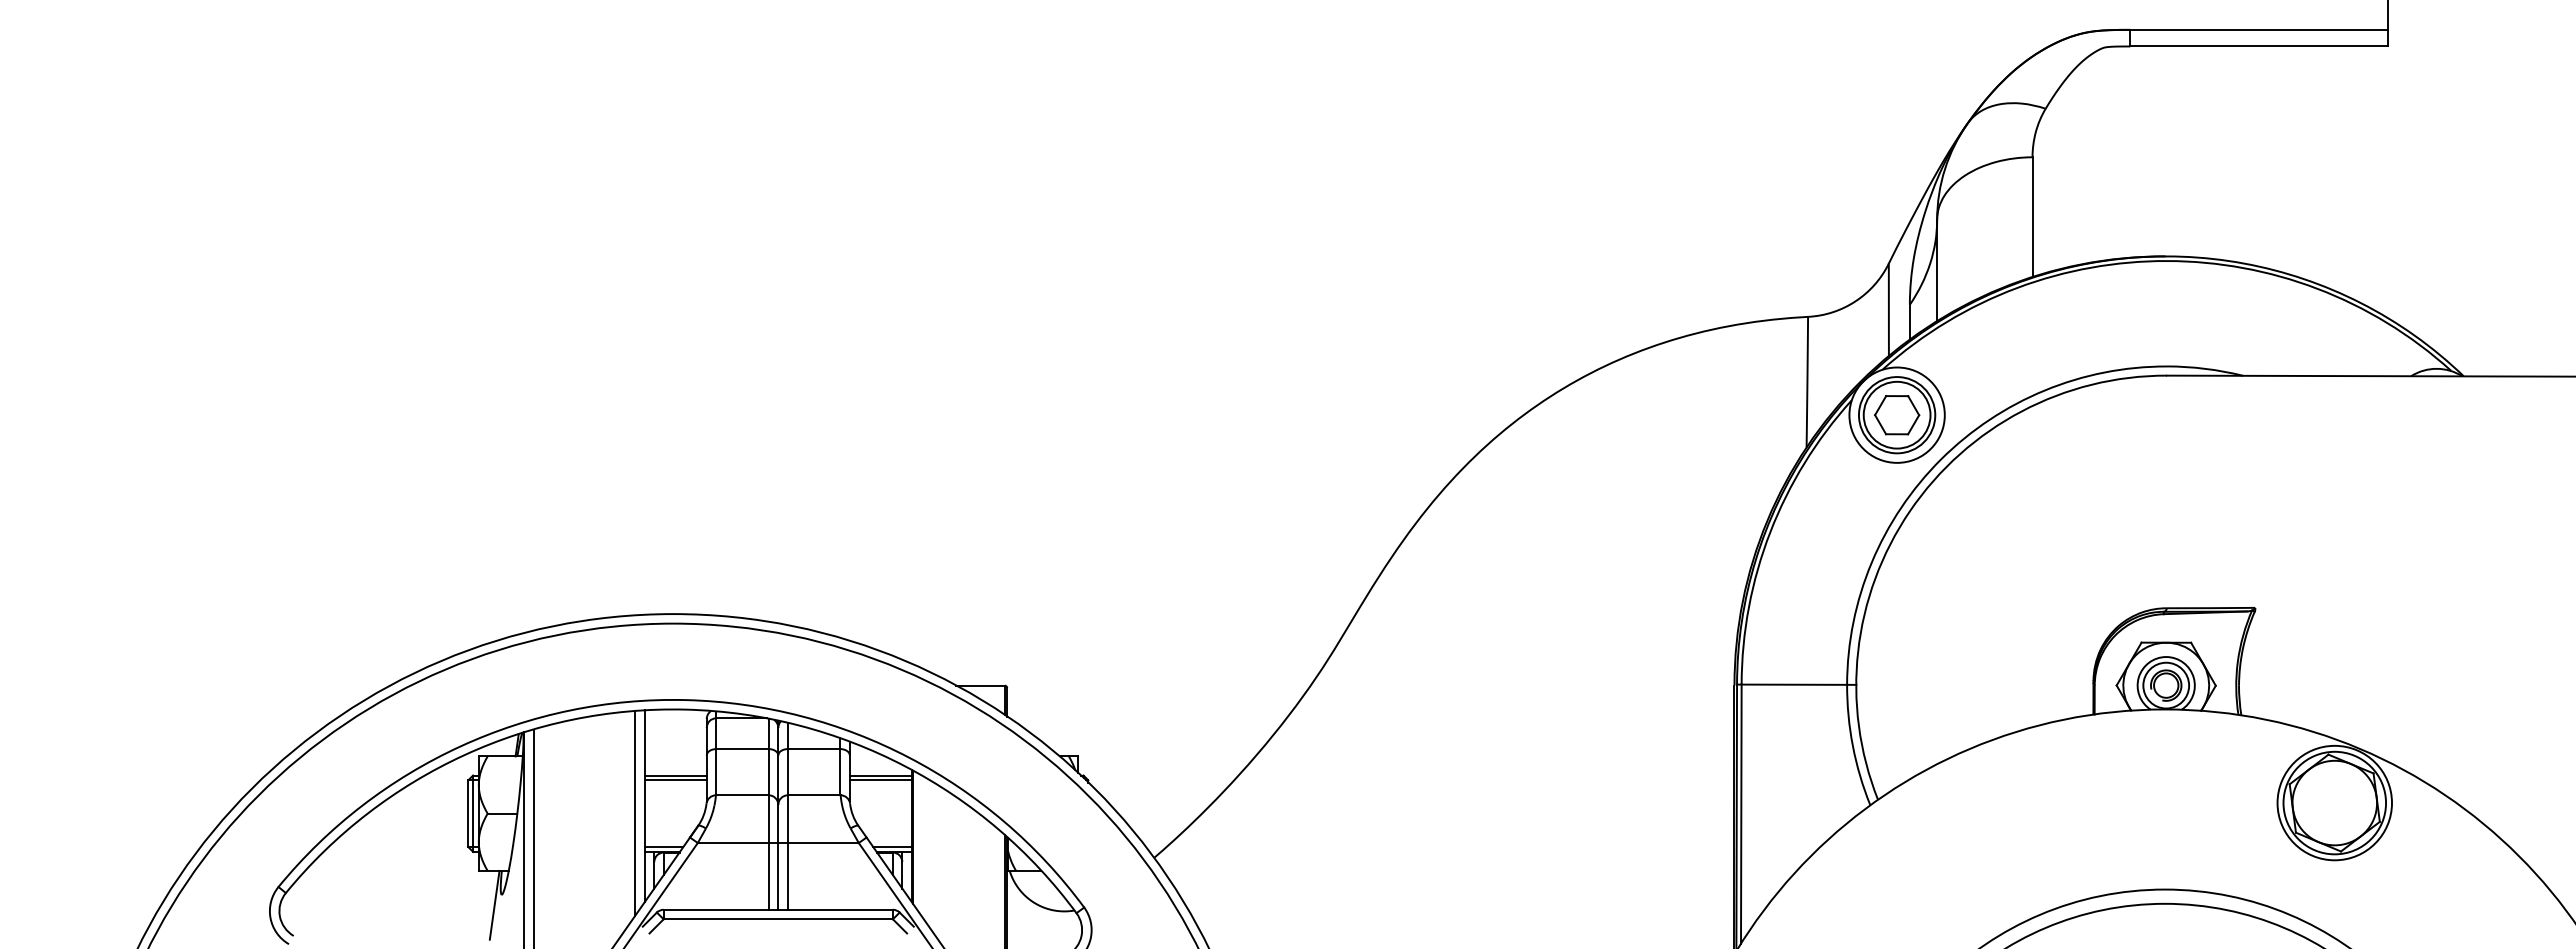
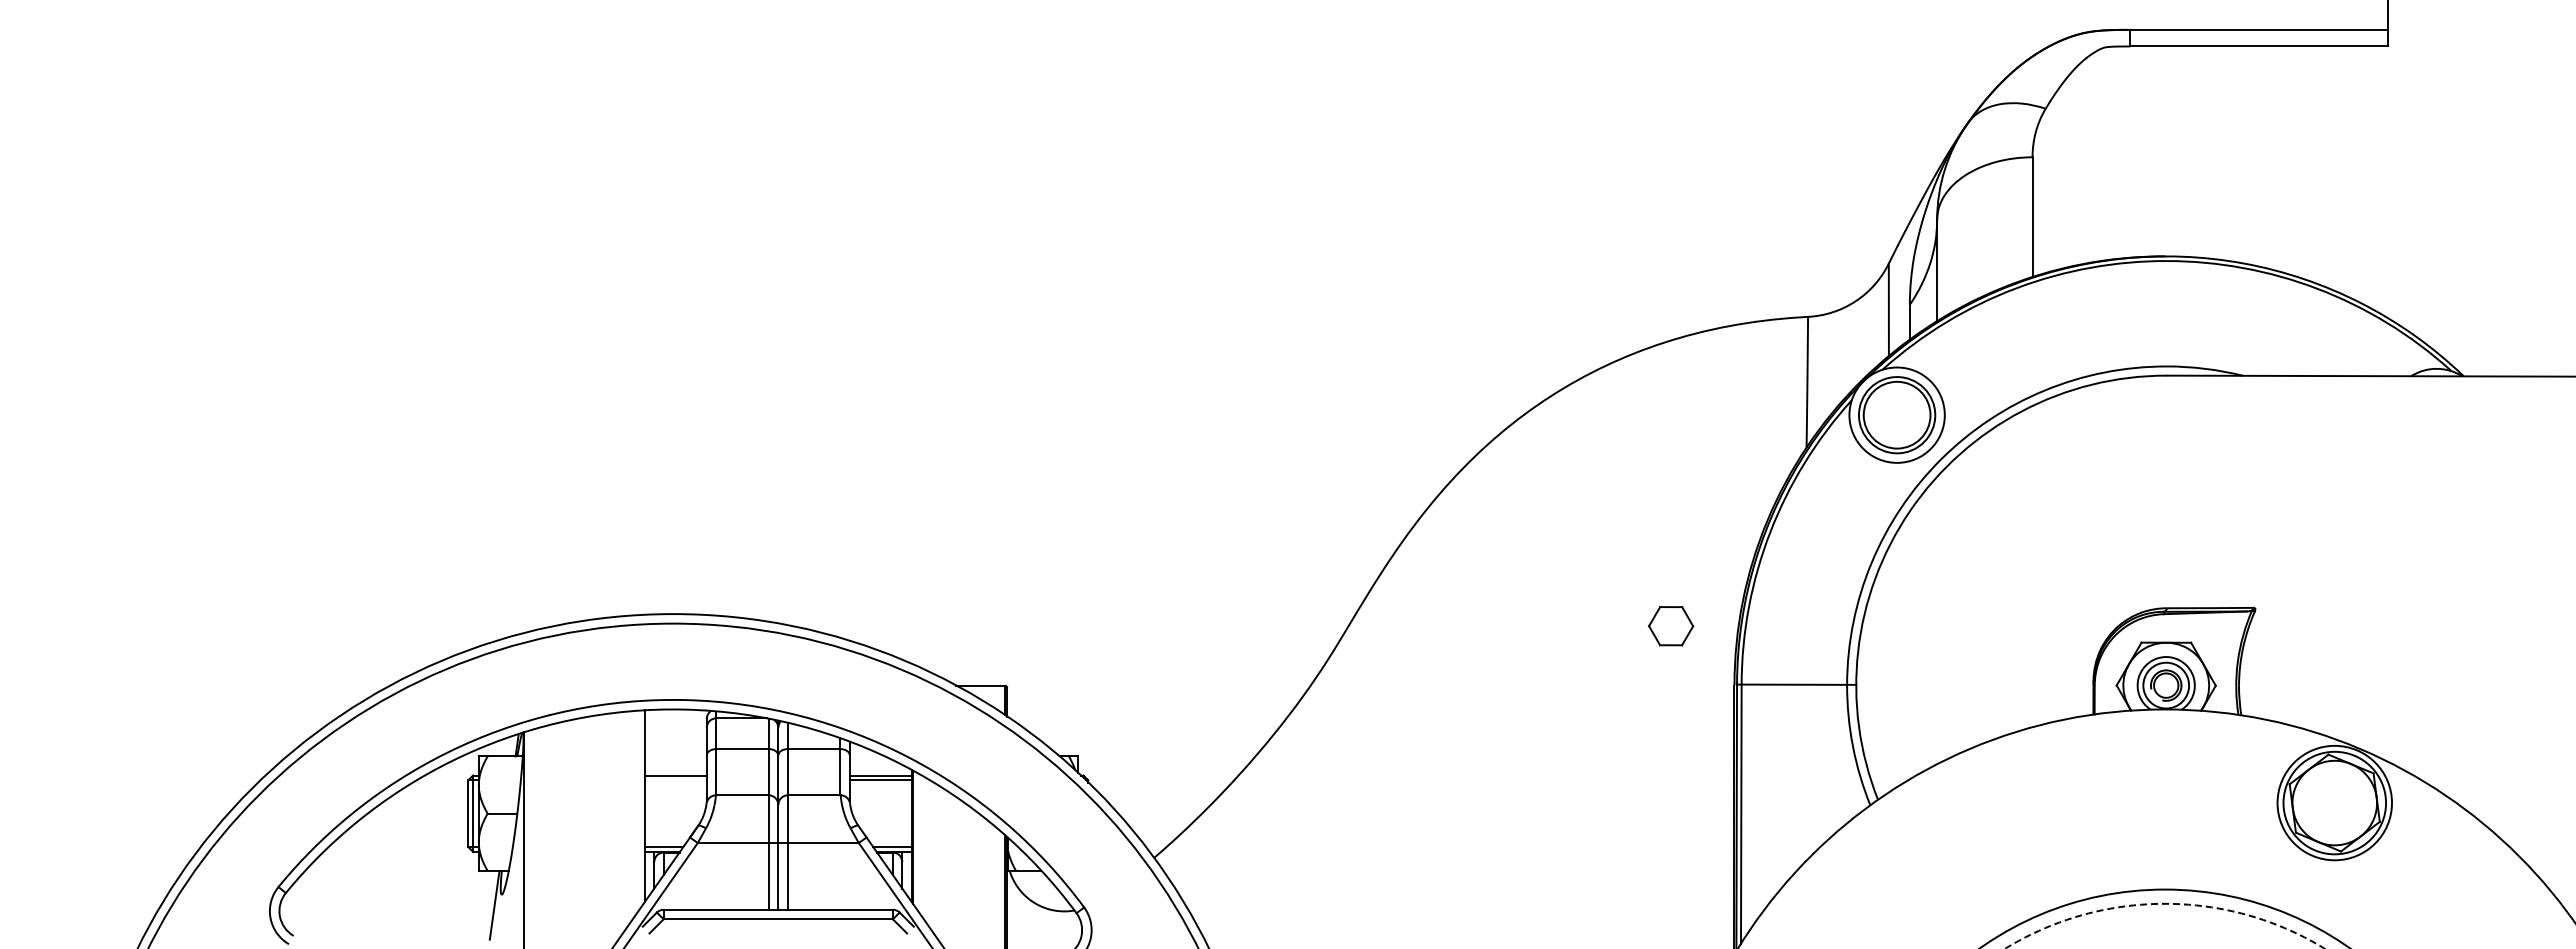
part at (1897, 415) position: (1897, 415) -> (1671, 626)
line at (675, 780): present -> none
line at (635, 813): present -> none
line at (533, 837): present -> none
circle at (2164, 925): solid -> dashed
